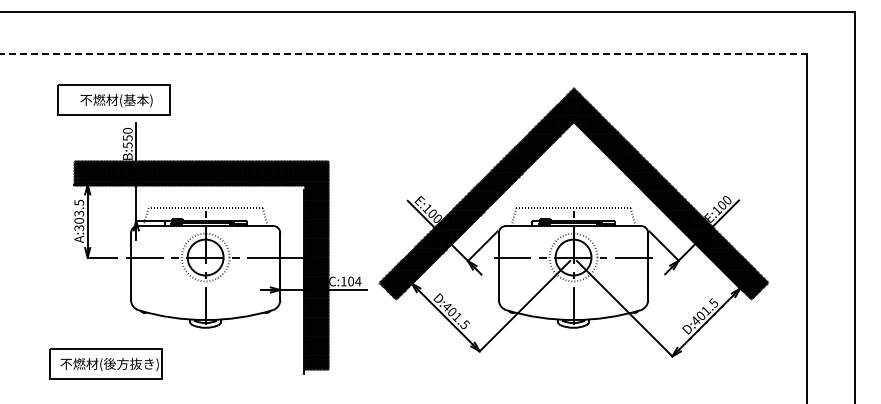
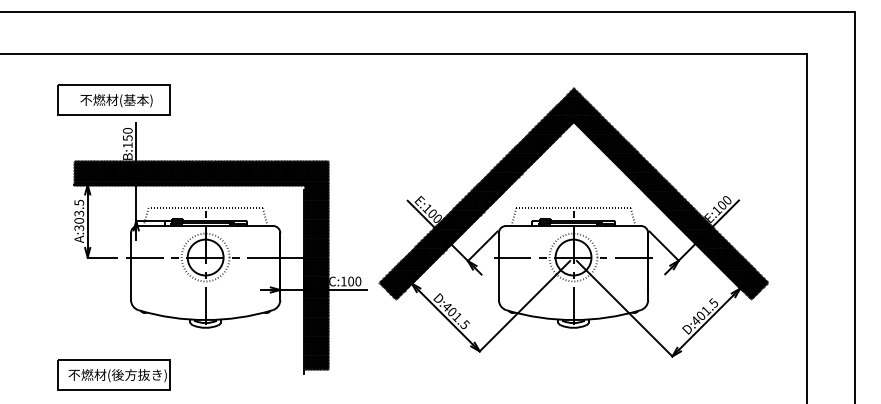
line at (404, 53): dashed -> solid
text at (127, 145): B:550 -> B:150
text at (358, 281): C:104 -> C:100
part at (105, 363) position: (105, 363) -> (113, 374)
